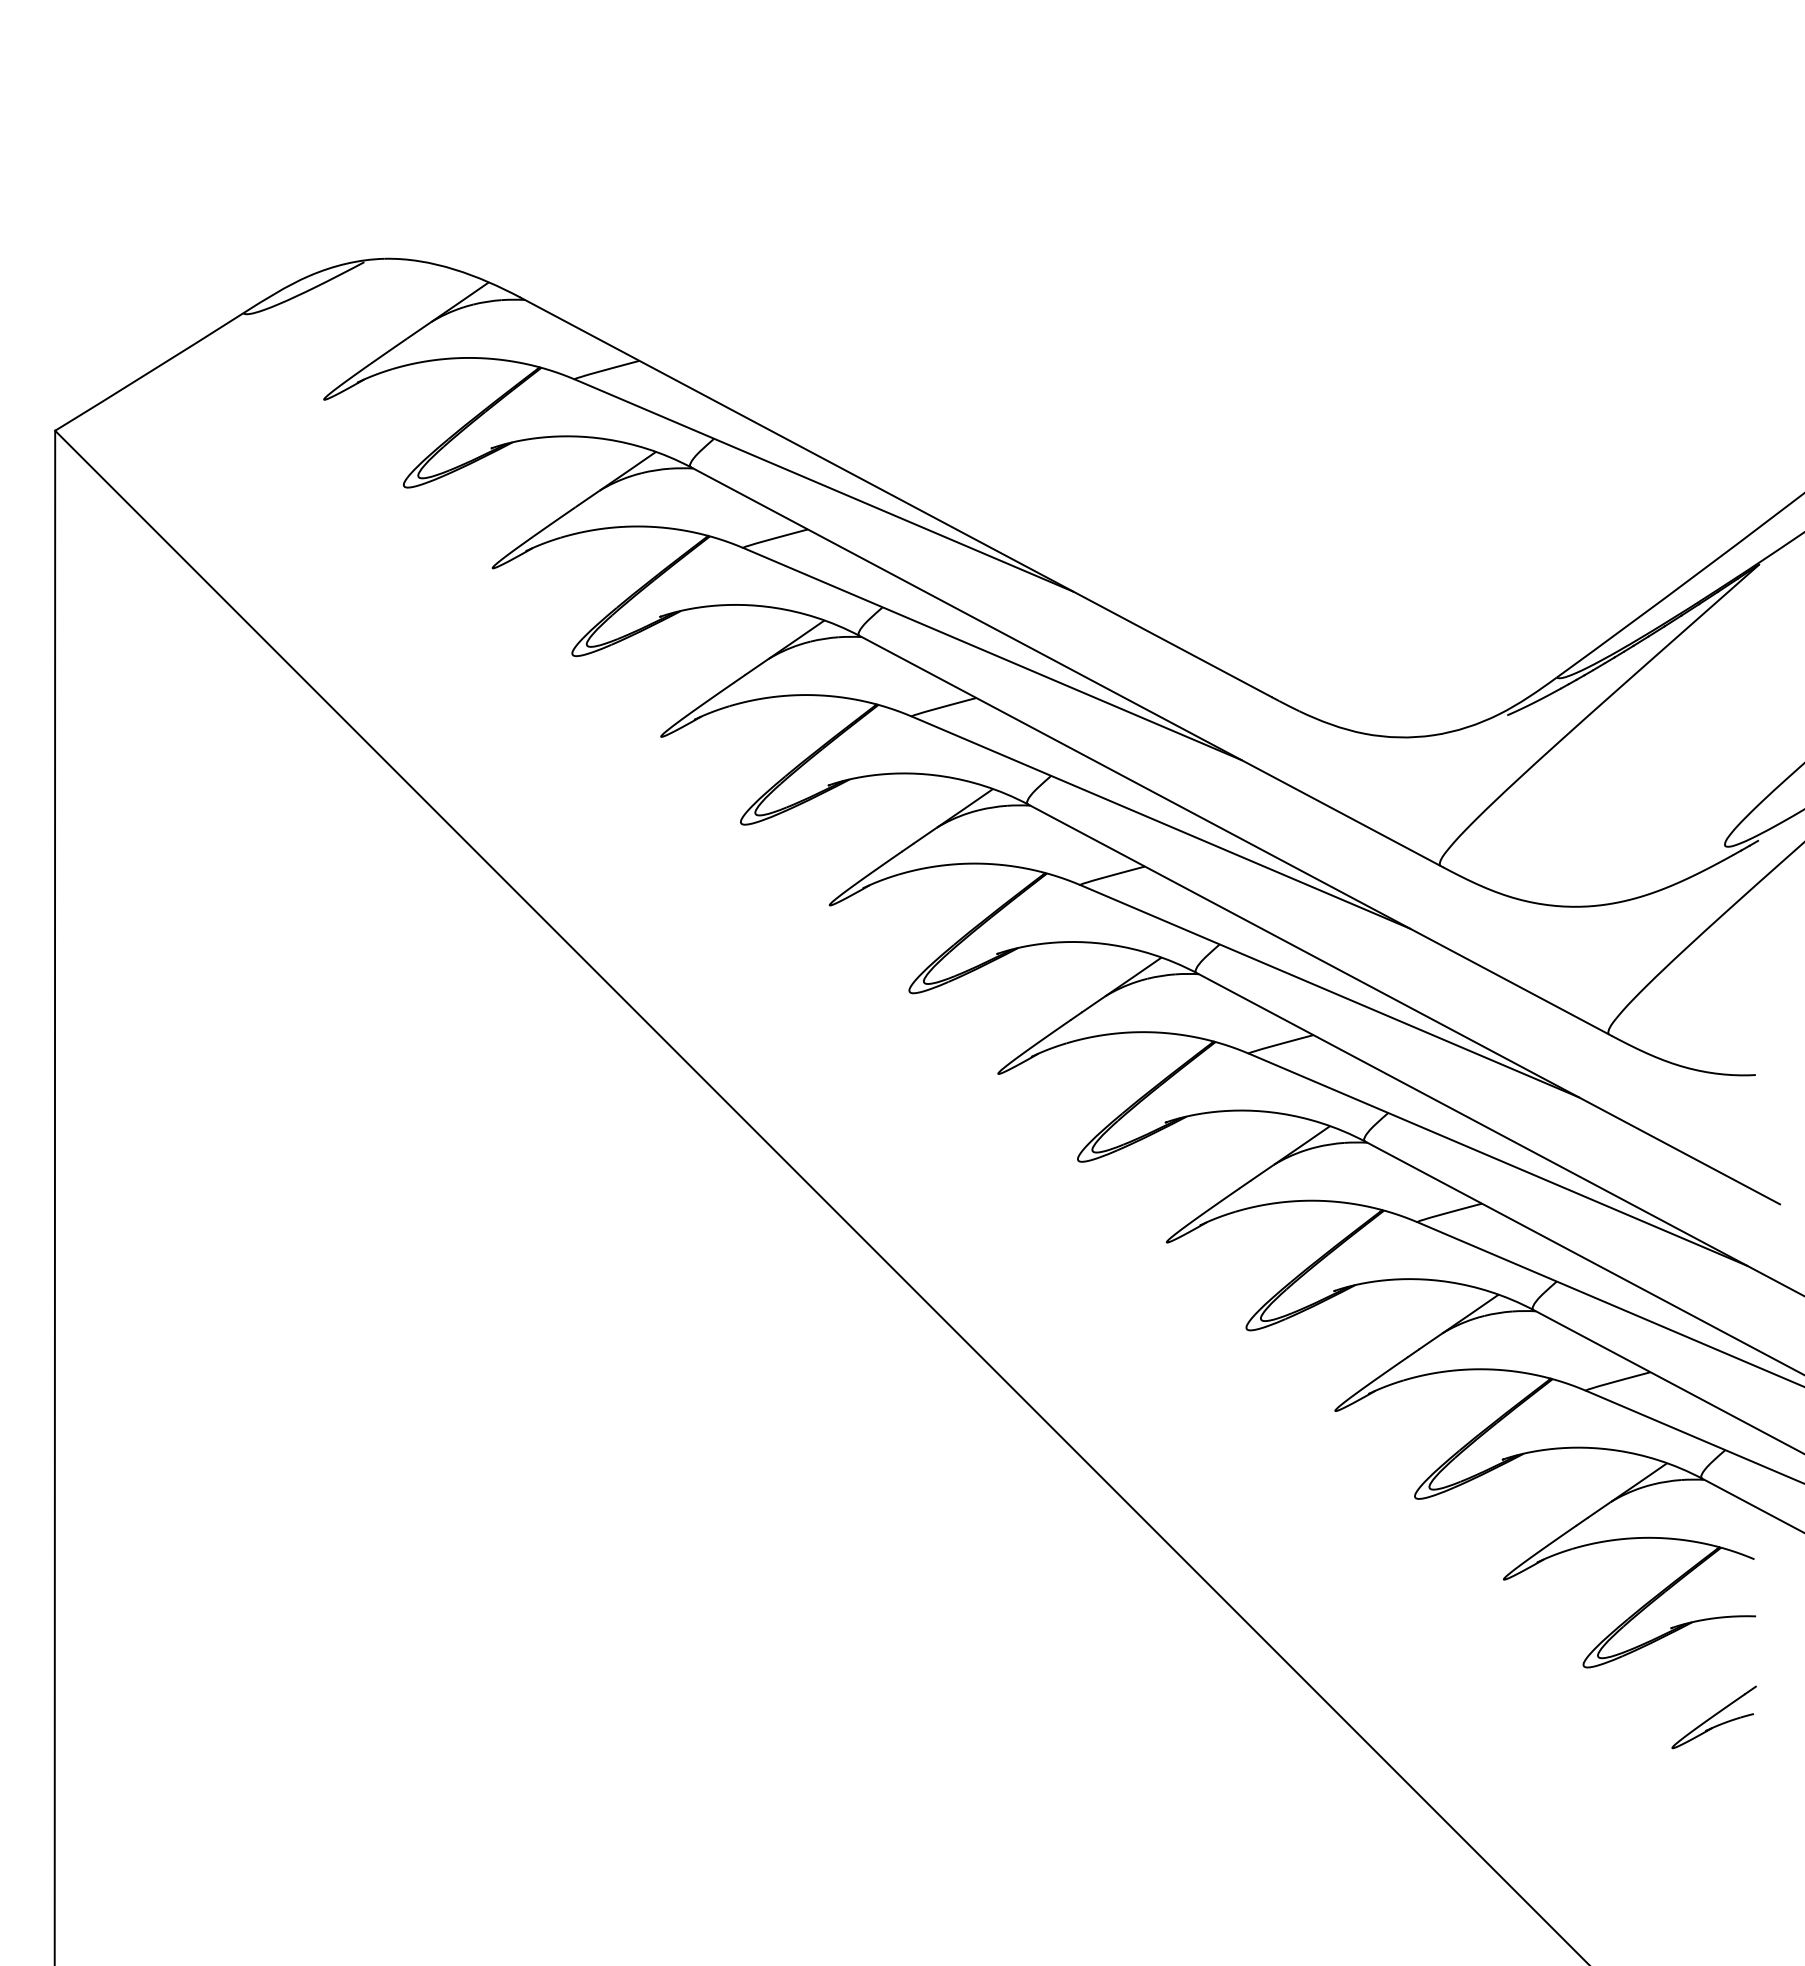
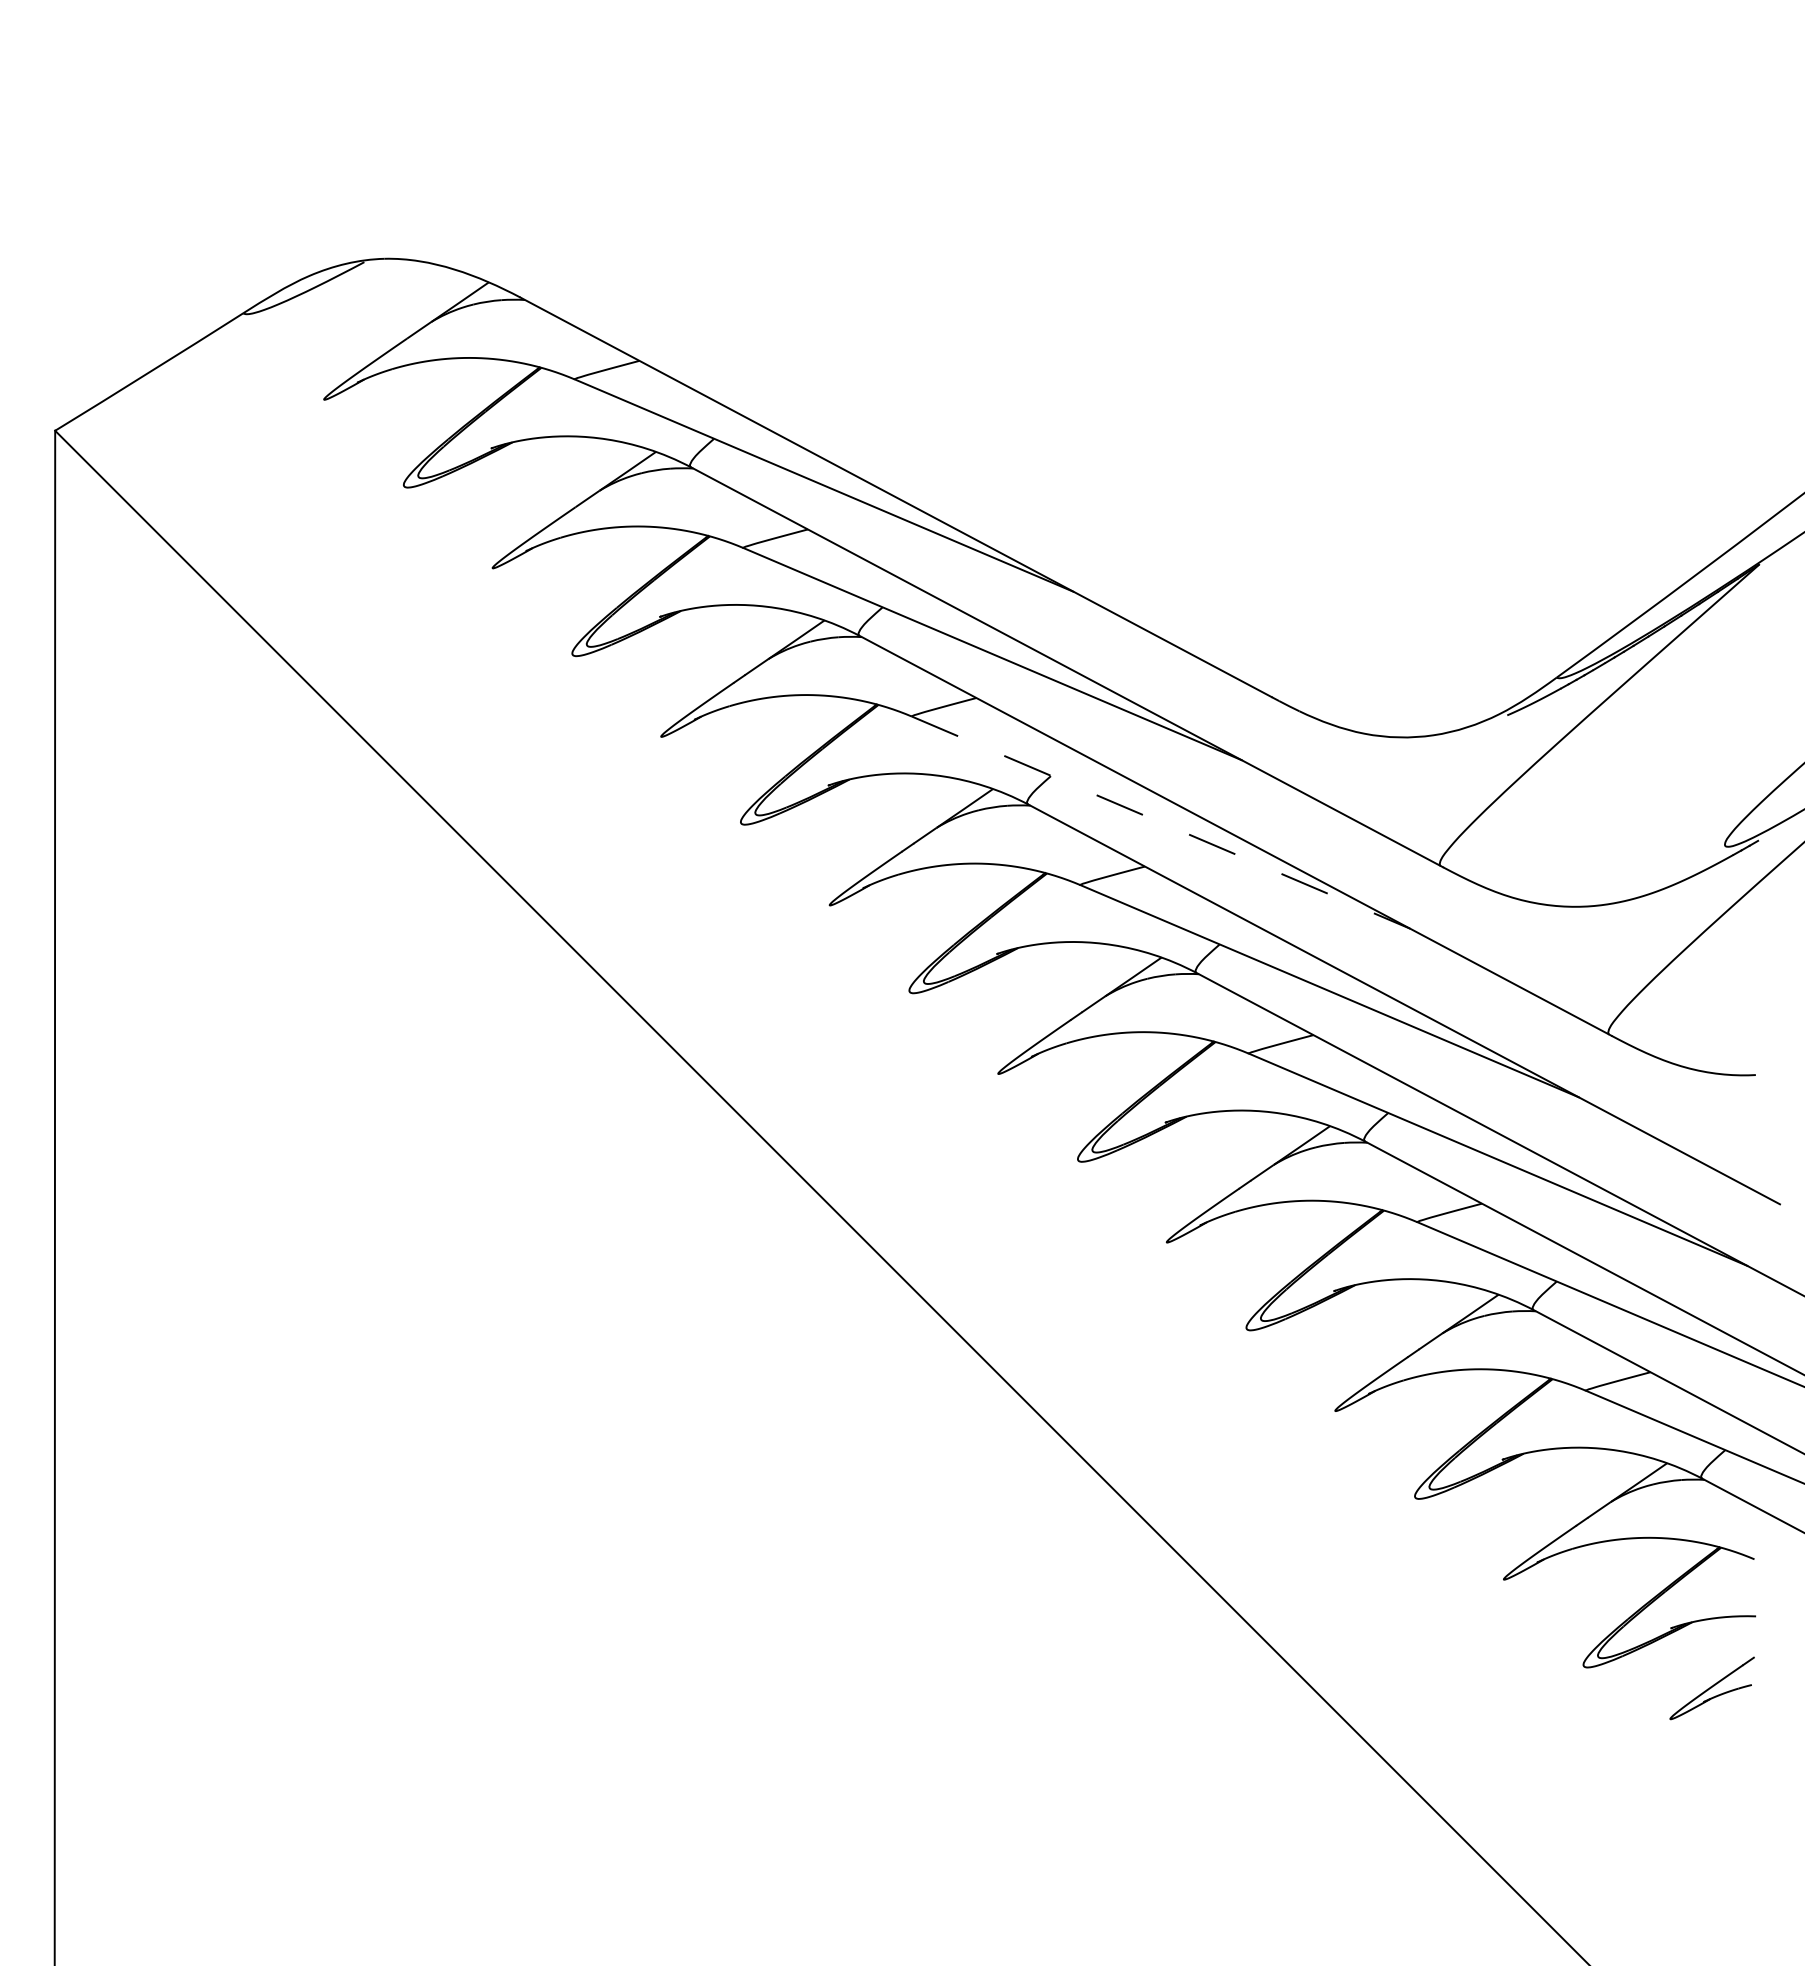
line at (1161, 822): solid -> dashed
part at (1713, 1717) position: (1713, 1717) -> (1711, 1688)
